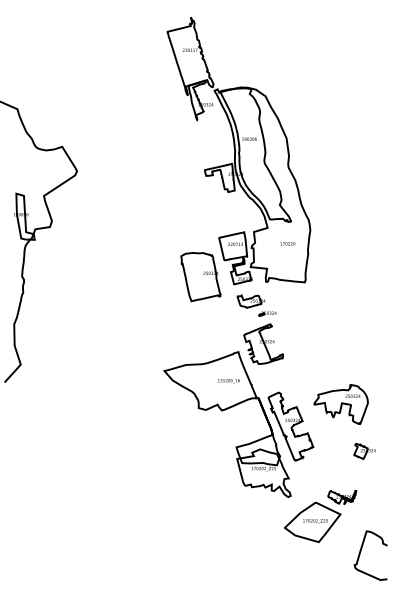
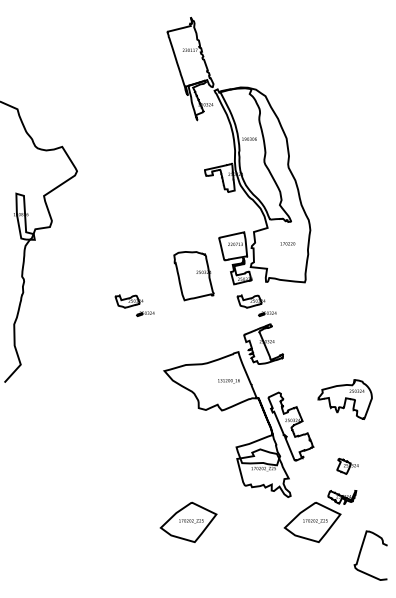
part at (200, 277) position: (200, 277) -> (193, 276)
part at (134, 305): none -> present
part at (340, 404) position: (340, 404) -> (344, 399)
part at (364, 450) position: (364, 450) -> (347, 465)
part at (188, 521): none -> present
